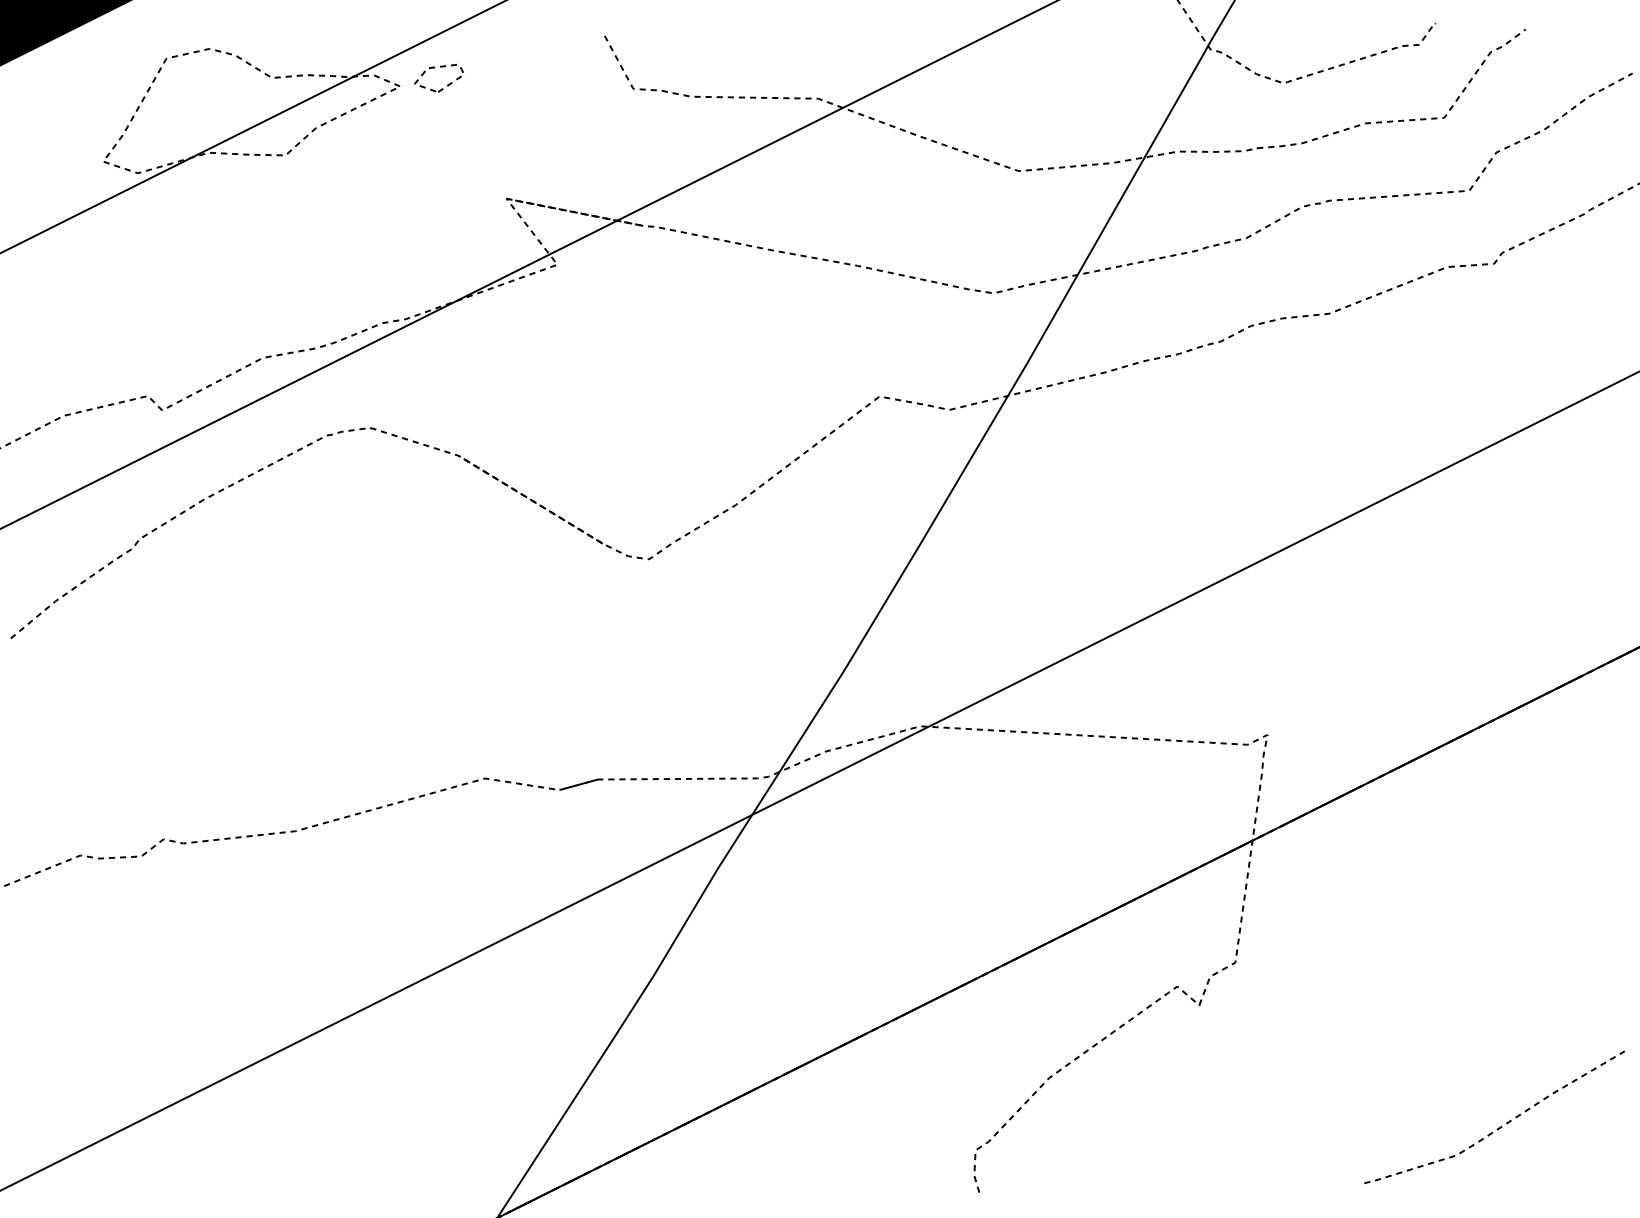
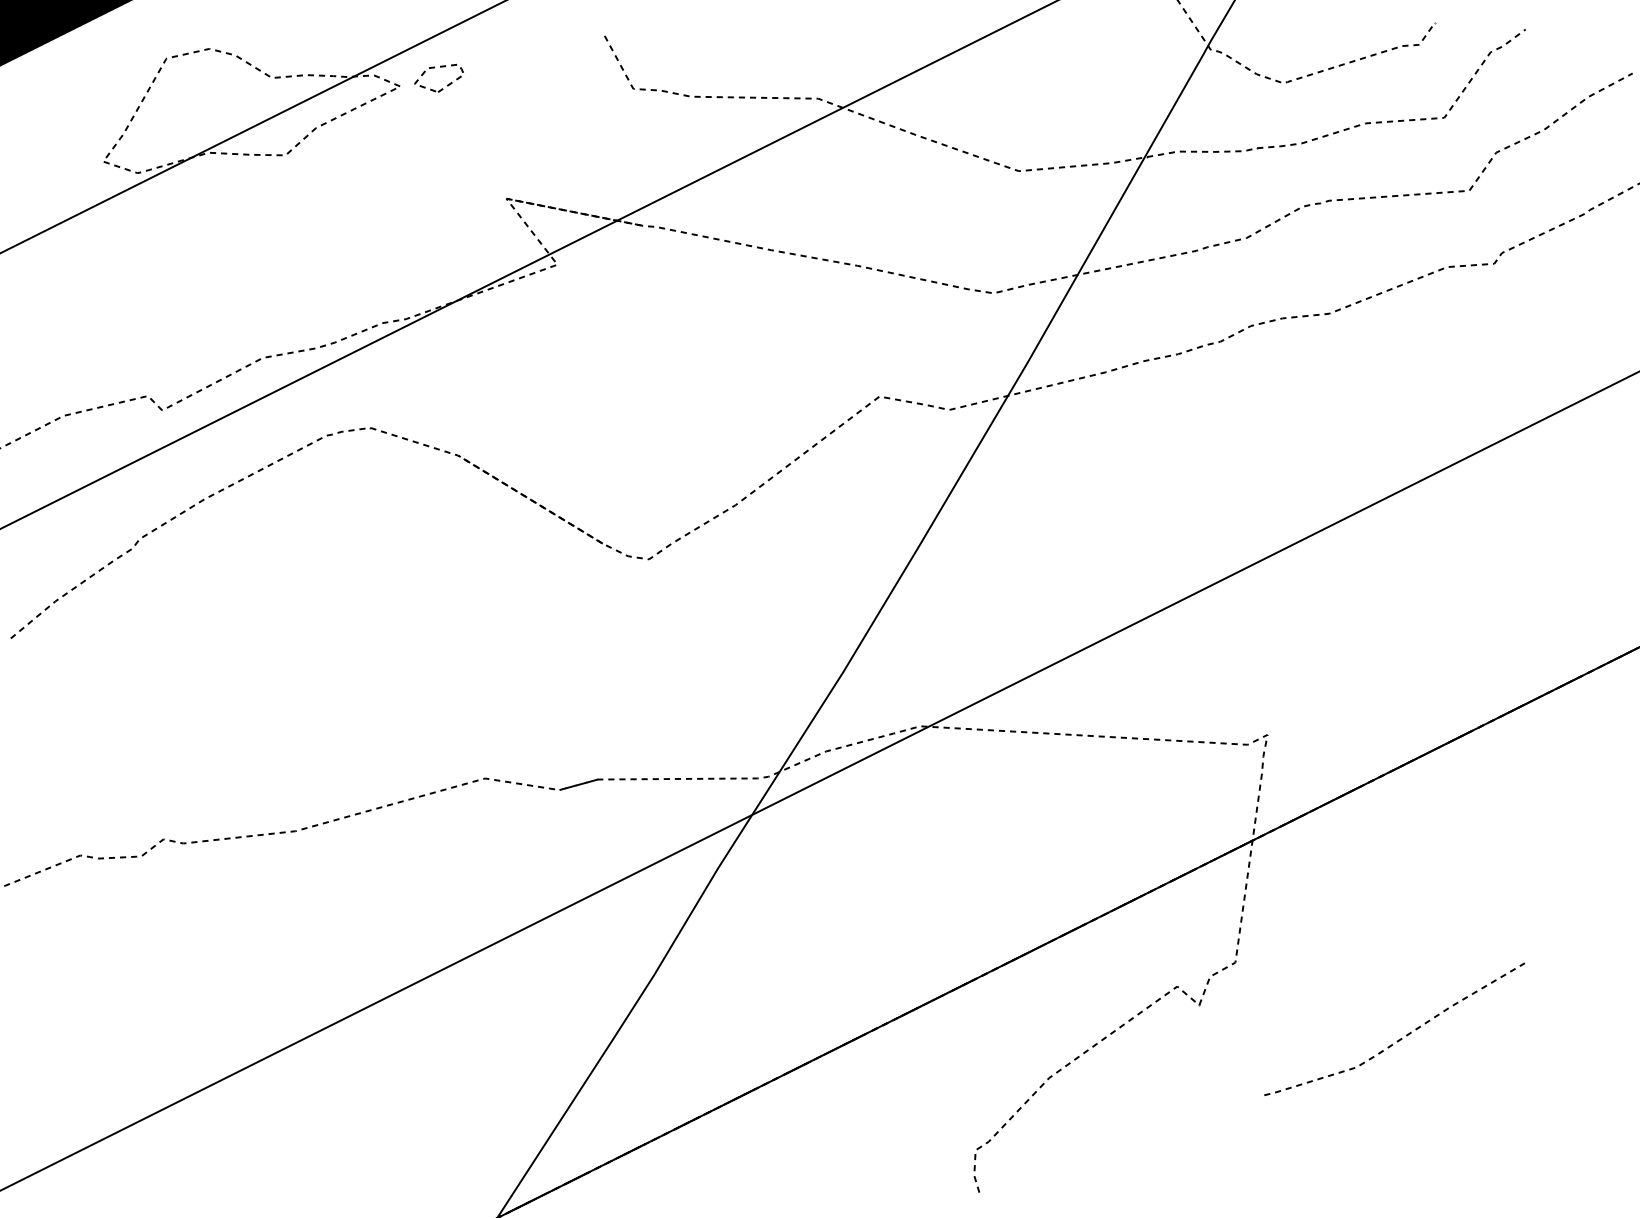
curve at (1500, 1126) position: (1500, 1126) -> (1400, 1038)
